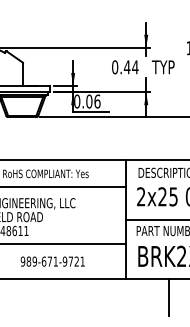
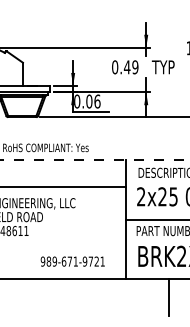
text at (135, 67): 0.44 -> 0.49
line at (94, 160): solid -> dashed
text at (45, 173) position: (45, 173) -> (45, 147)
line at (63, 243): present -> none
text at (52, 261) position: (52, 261) -> (72, 261)
